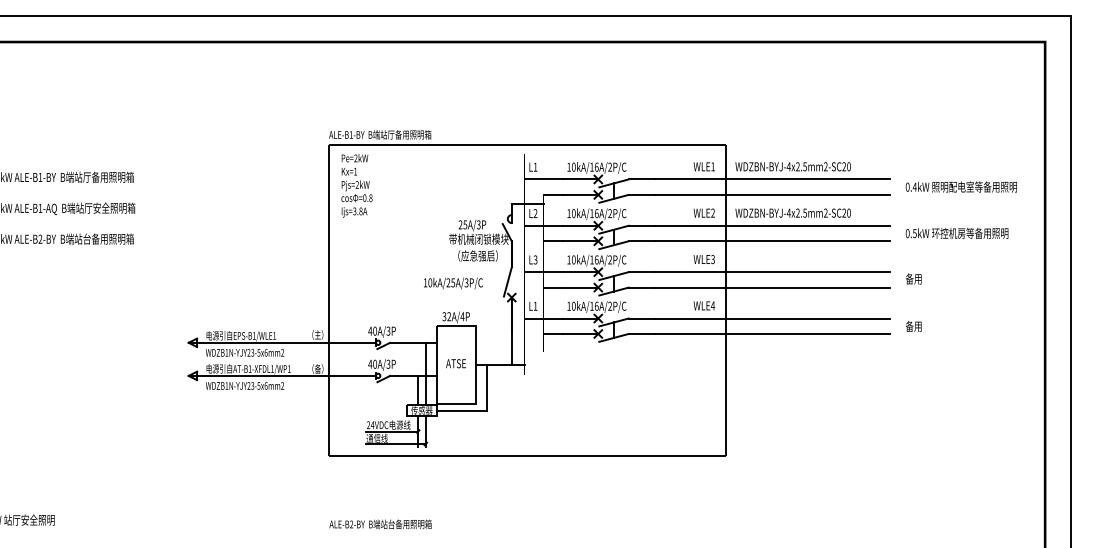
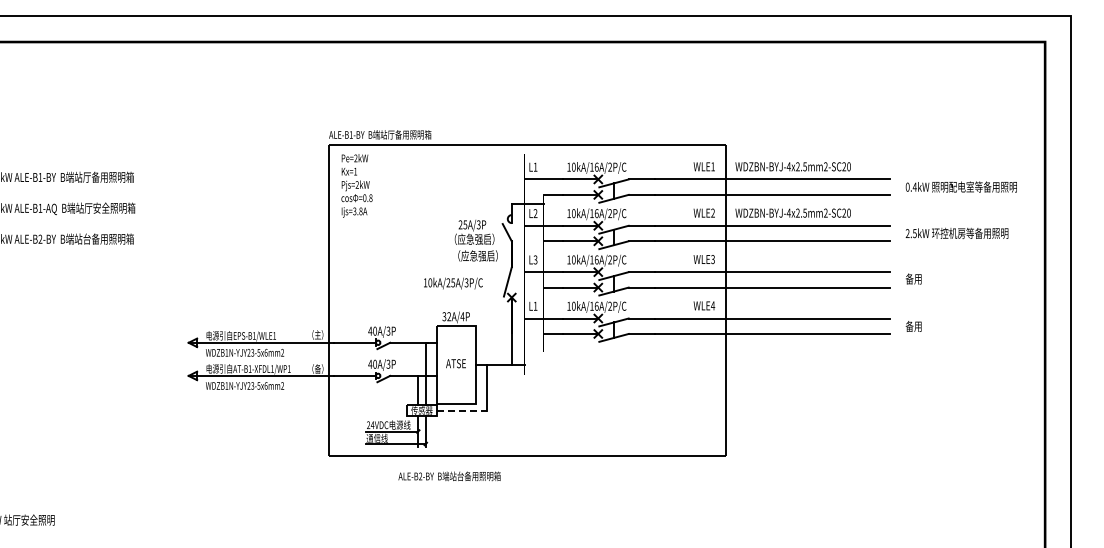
text at (907, 233): 0.5kW -> 2.5kW
text at (478, 238): 带机械闭锁模块 -> （应急强启）
line at (462, 410): solid -> dashed
text at (380, 524) position: (380, 524) -> (449, 476)
